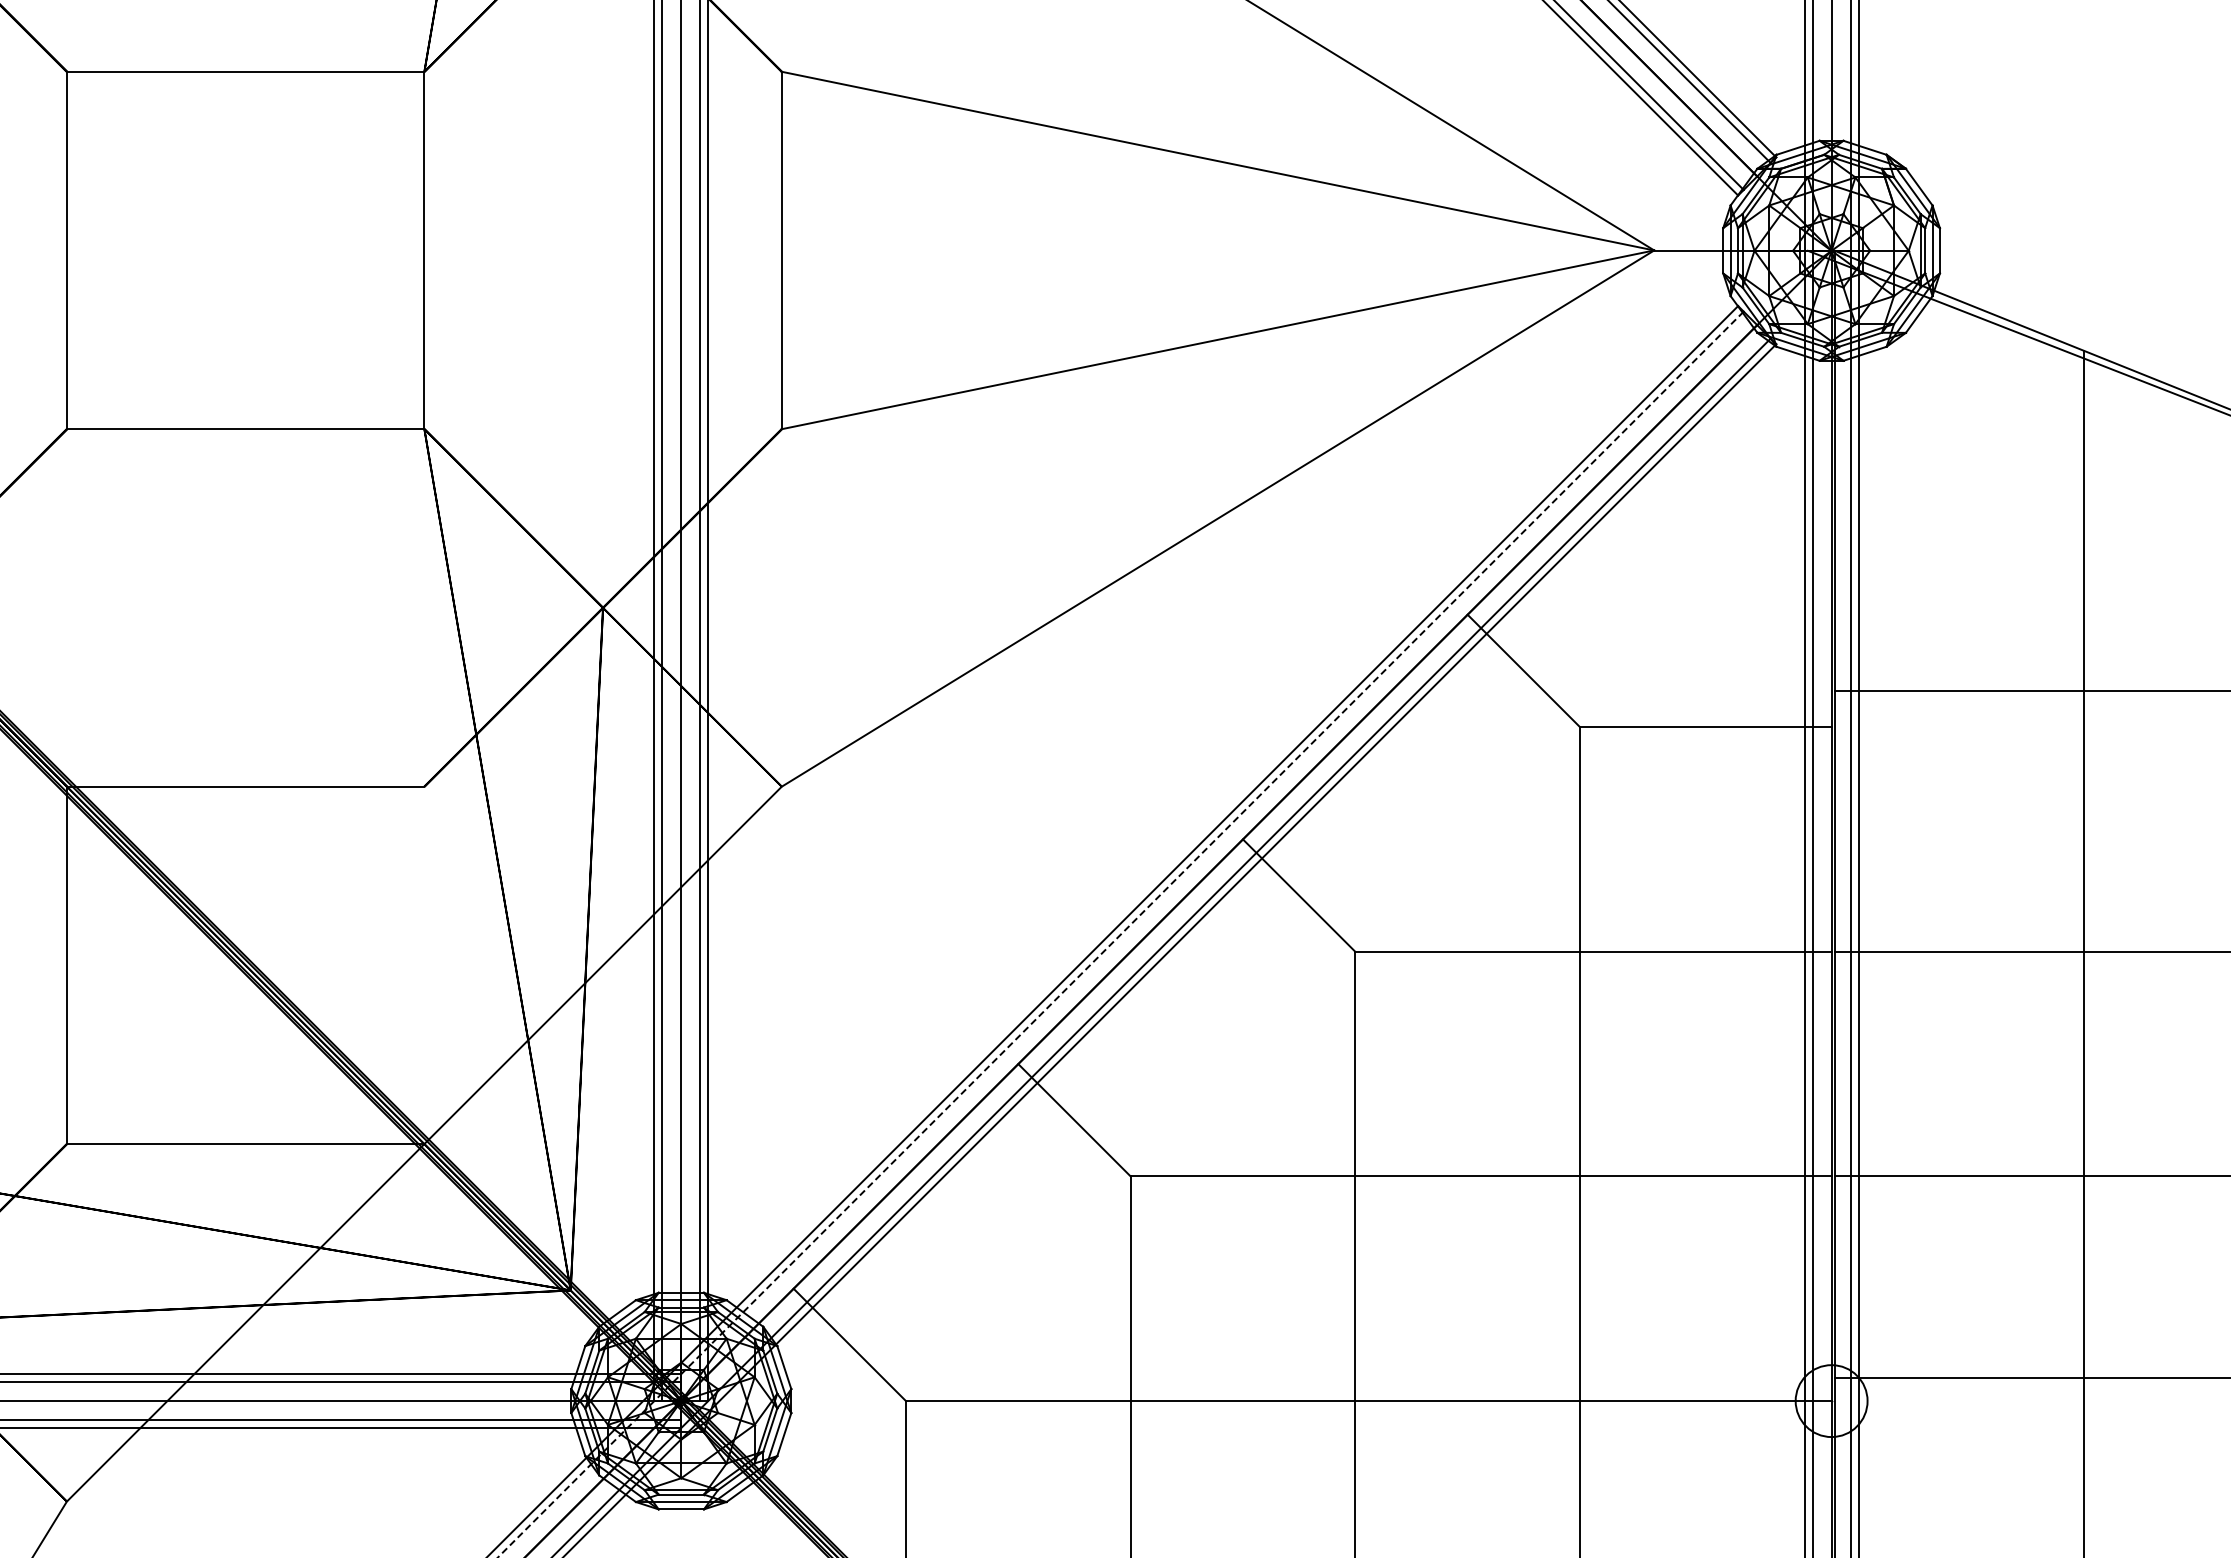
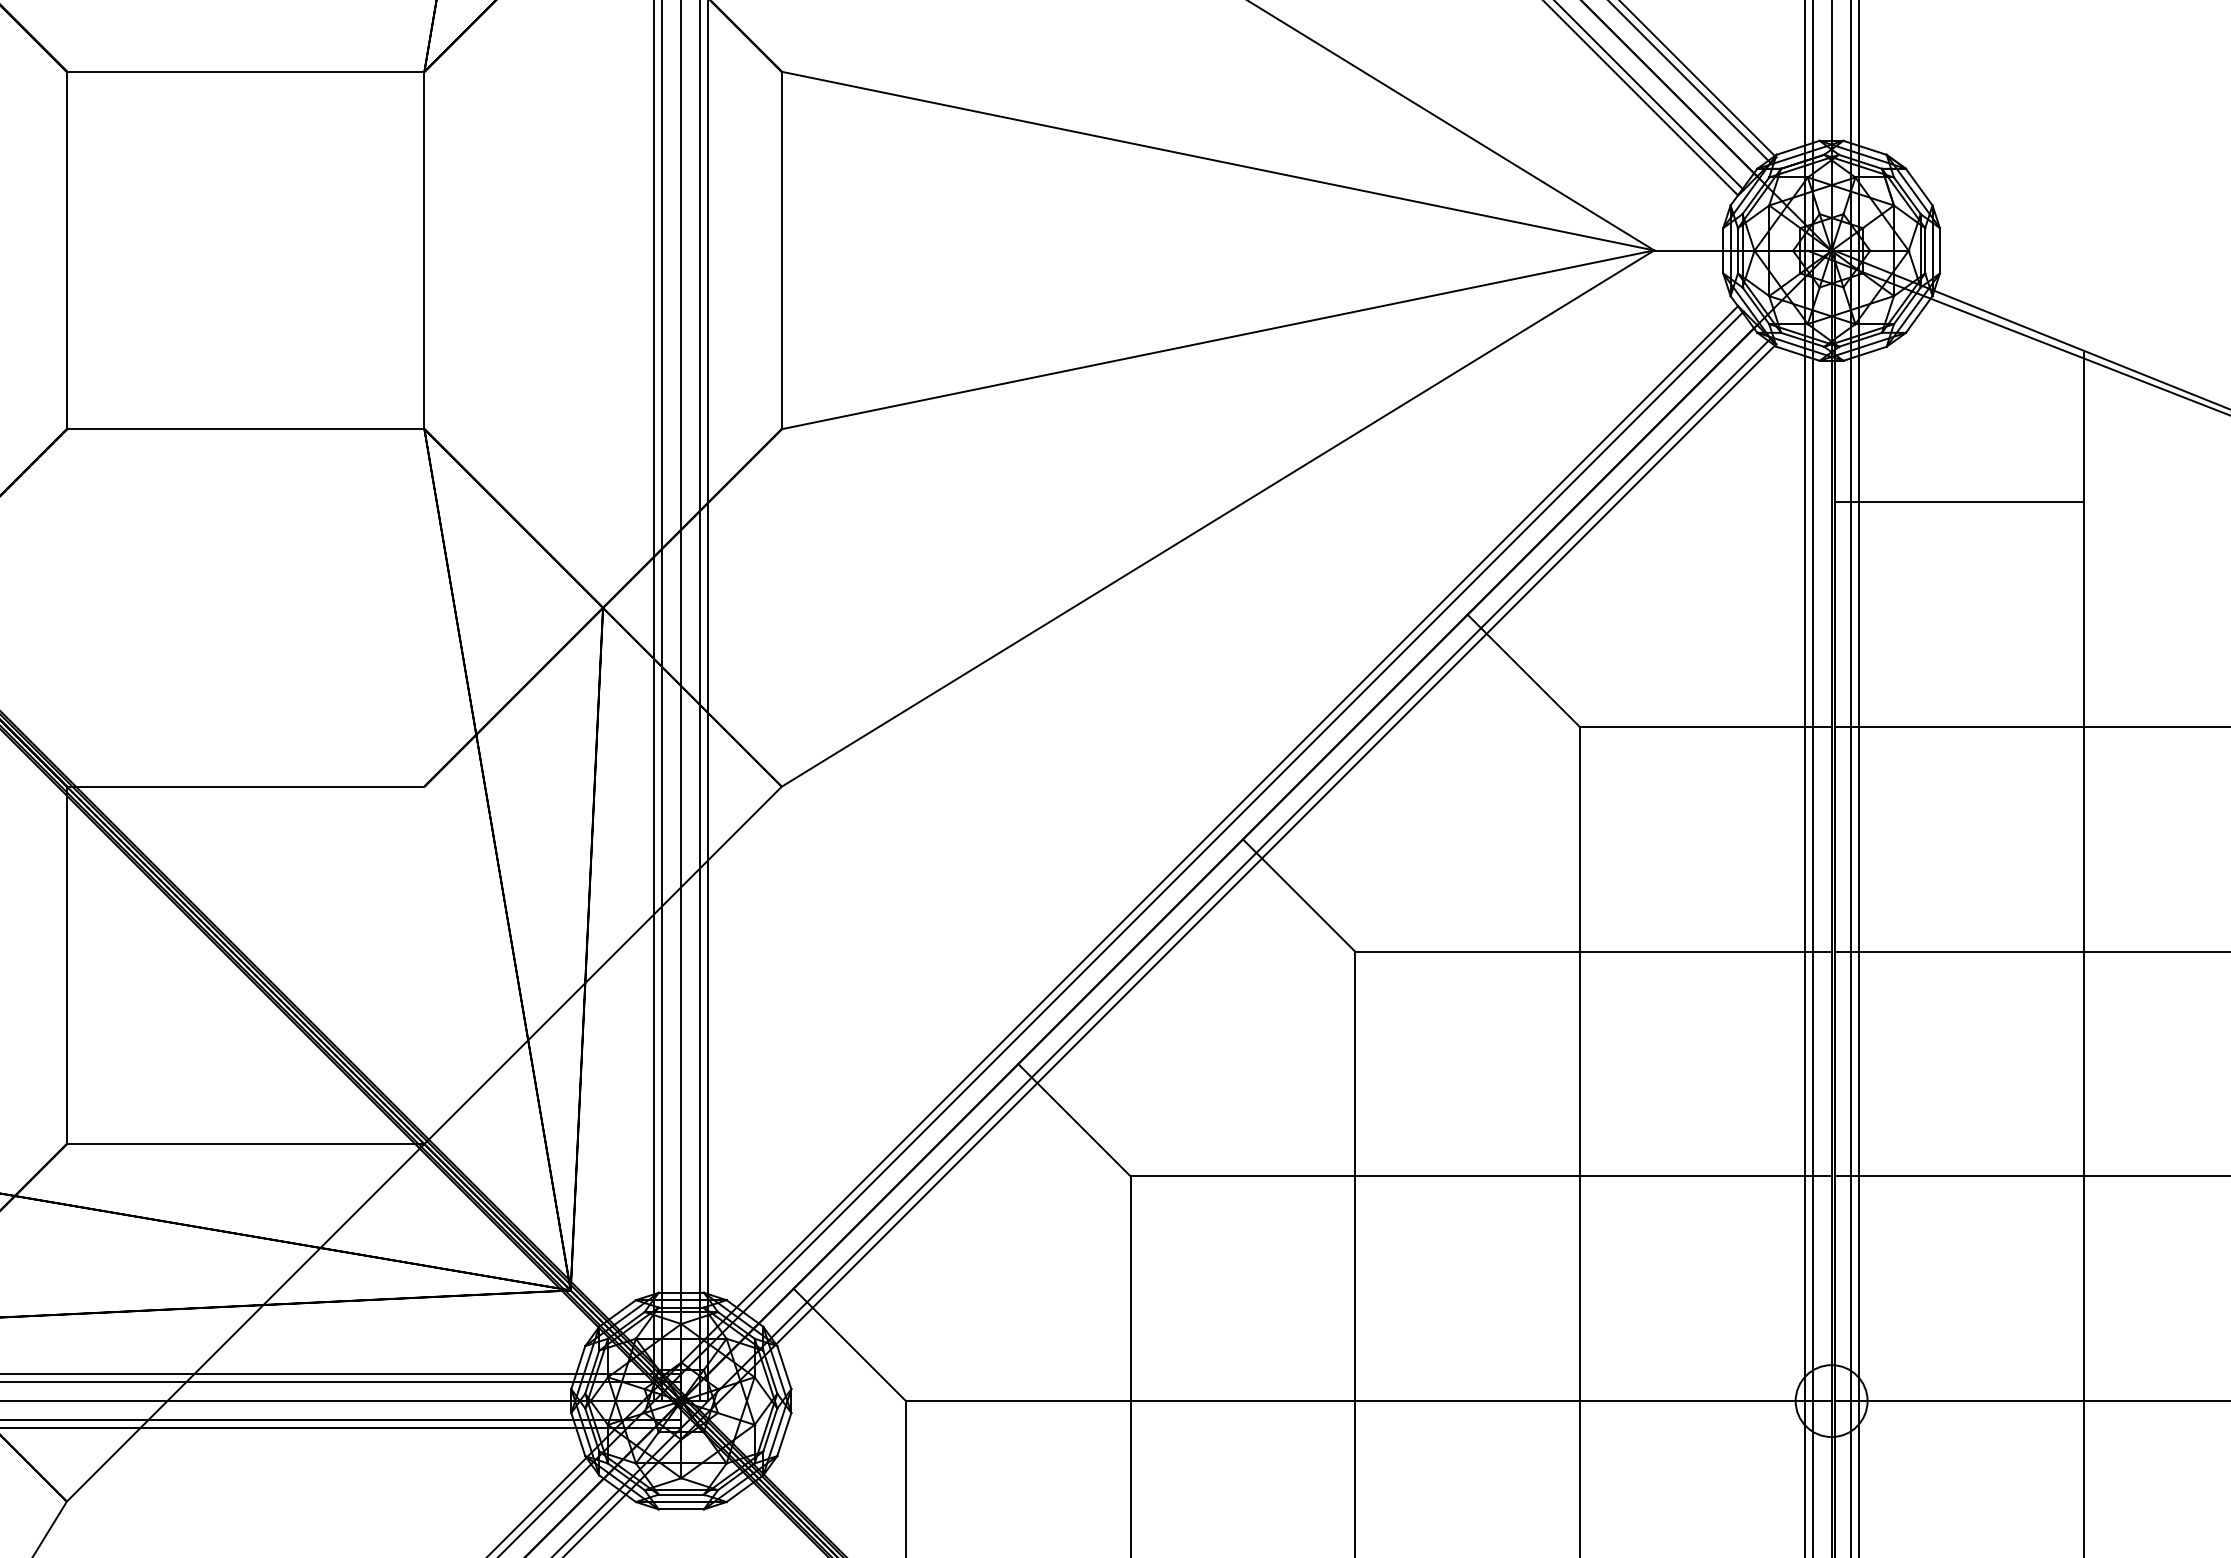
line at (1959, 502): none -> present
line at (2030, 691) position: (2030, 691) -> (2030, 727)
line at (1120, 934): dashed -> solid
line at (2030, 1378) position: (2030, 1378) -> (2030, 1401)
